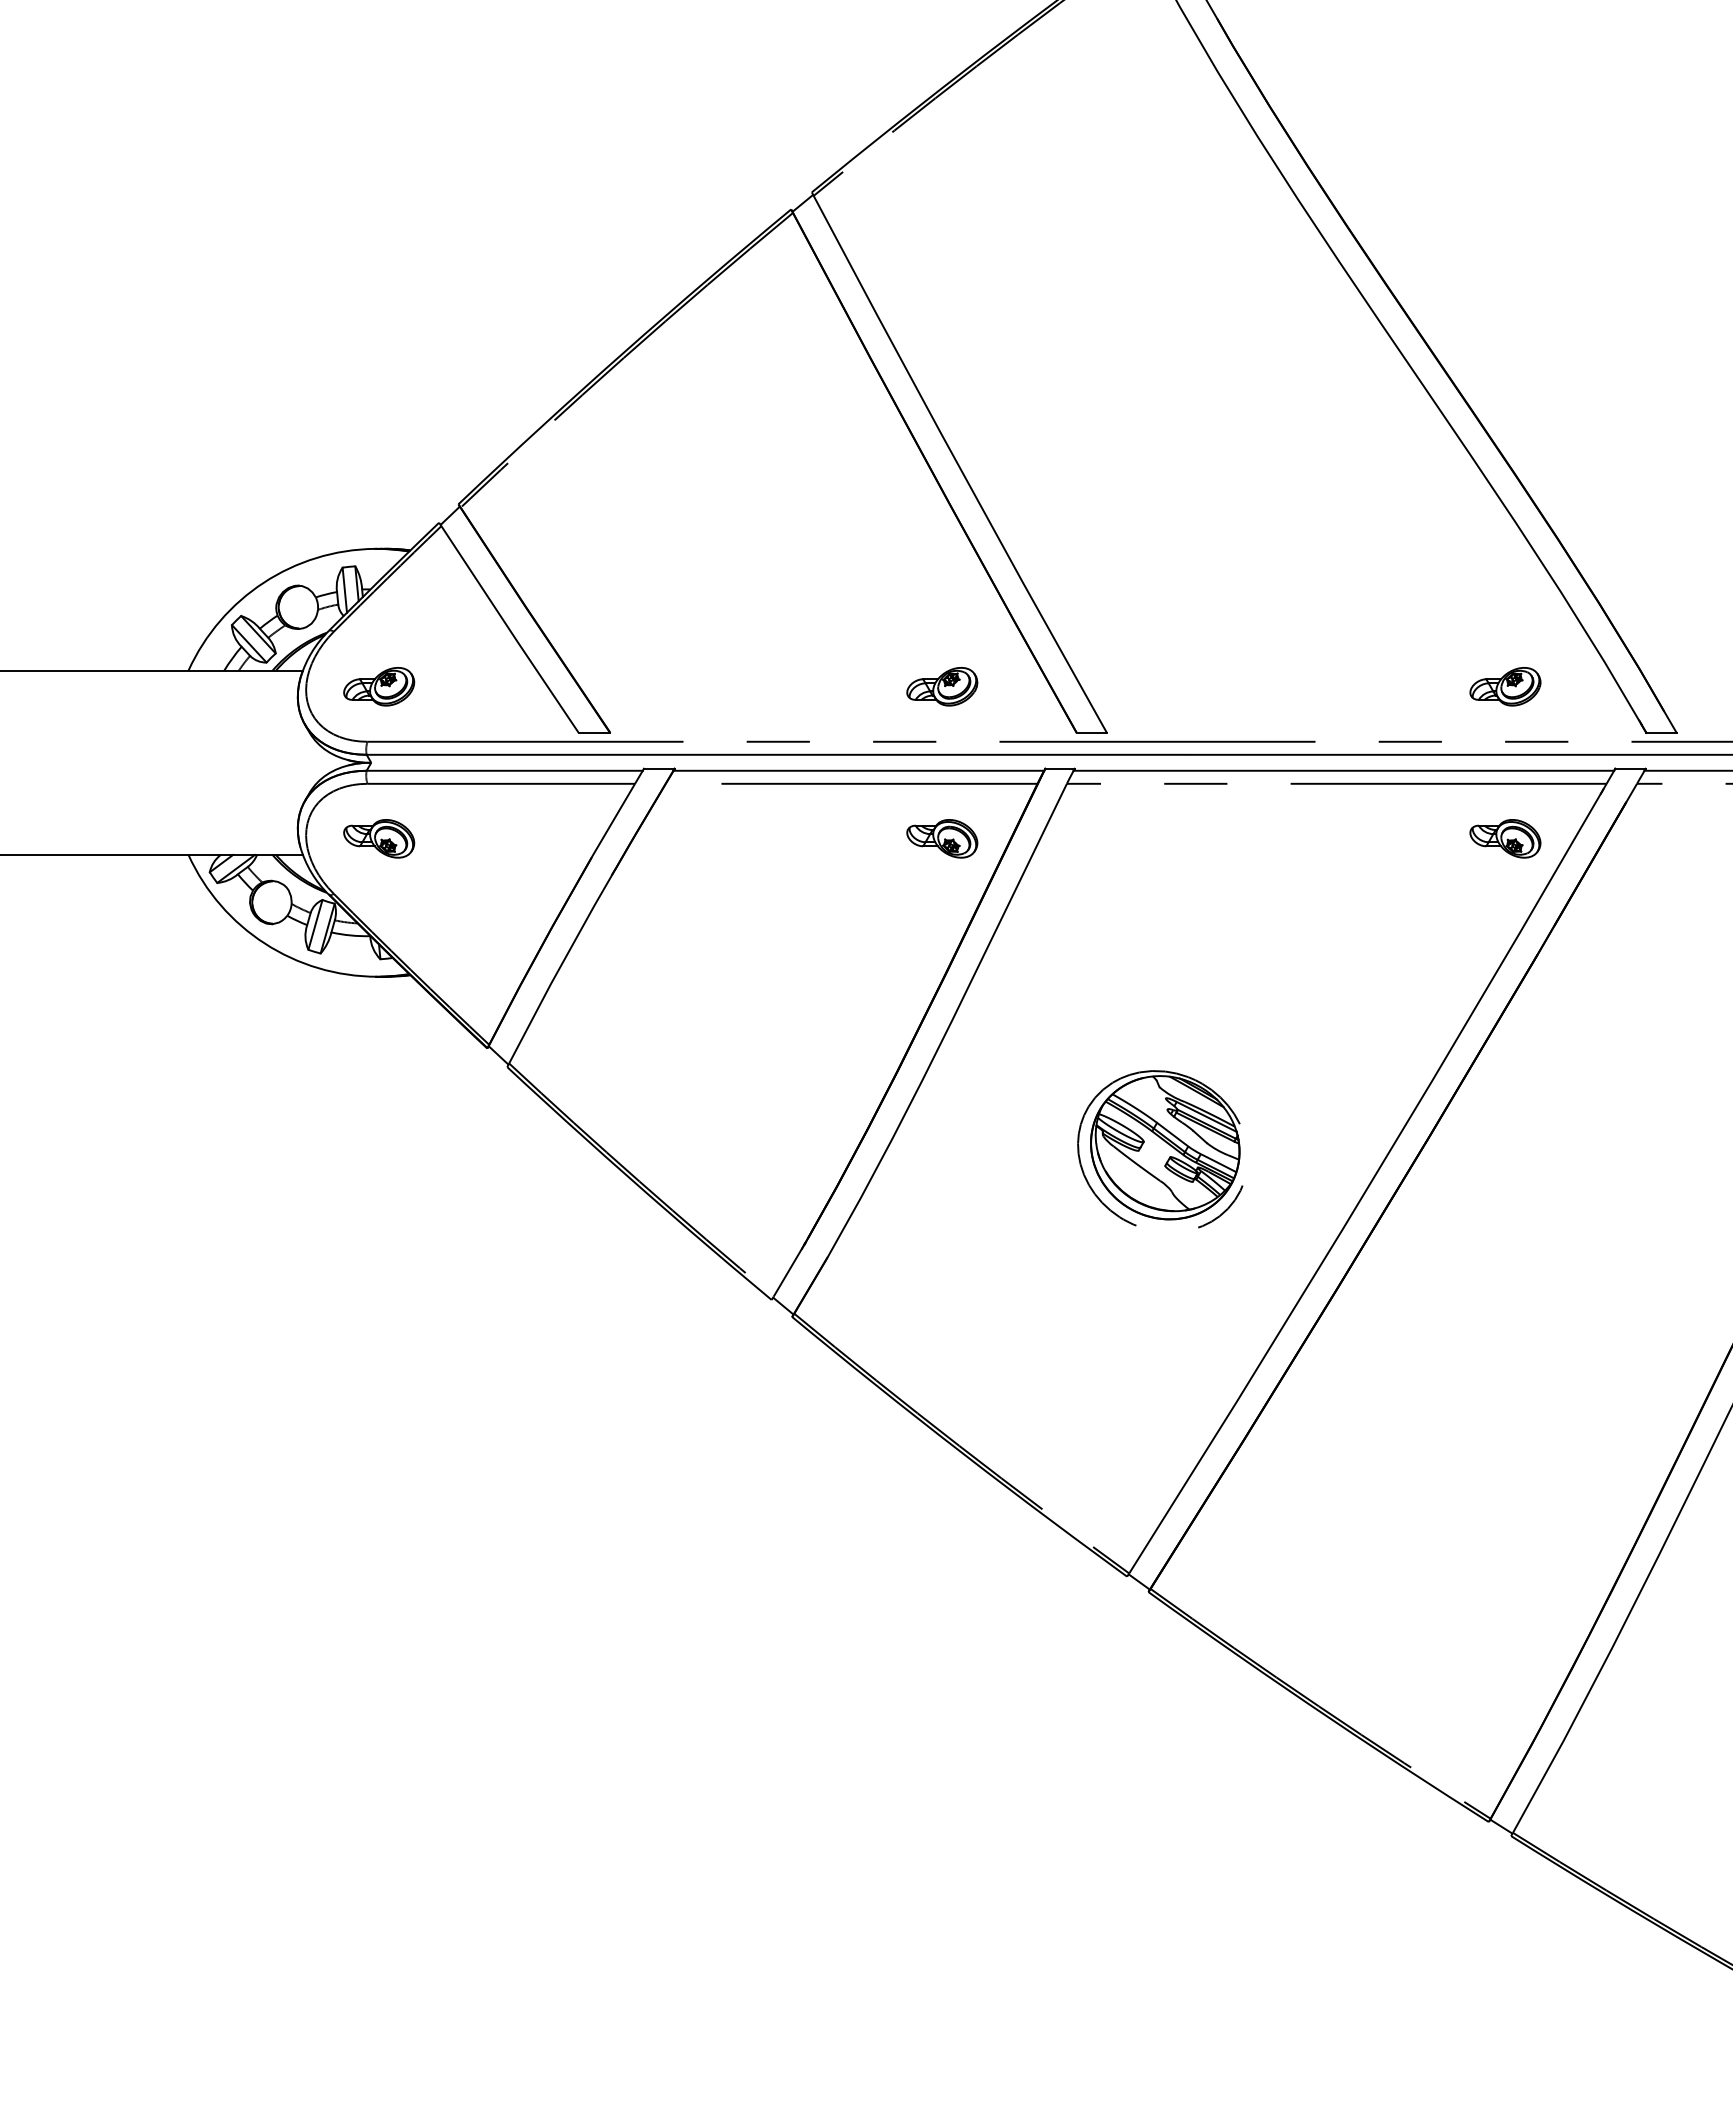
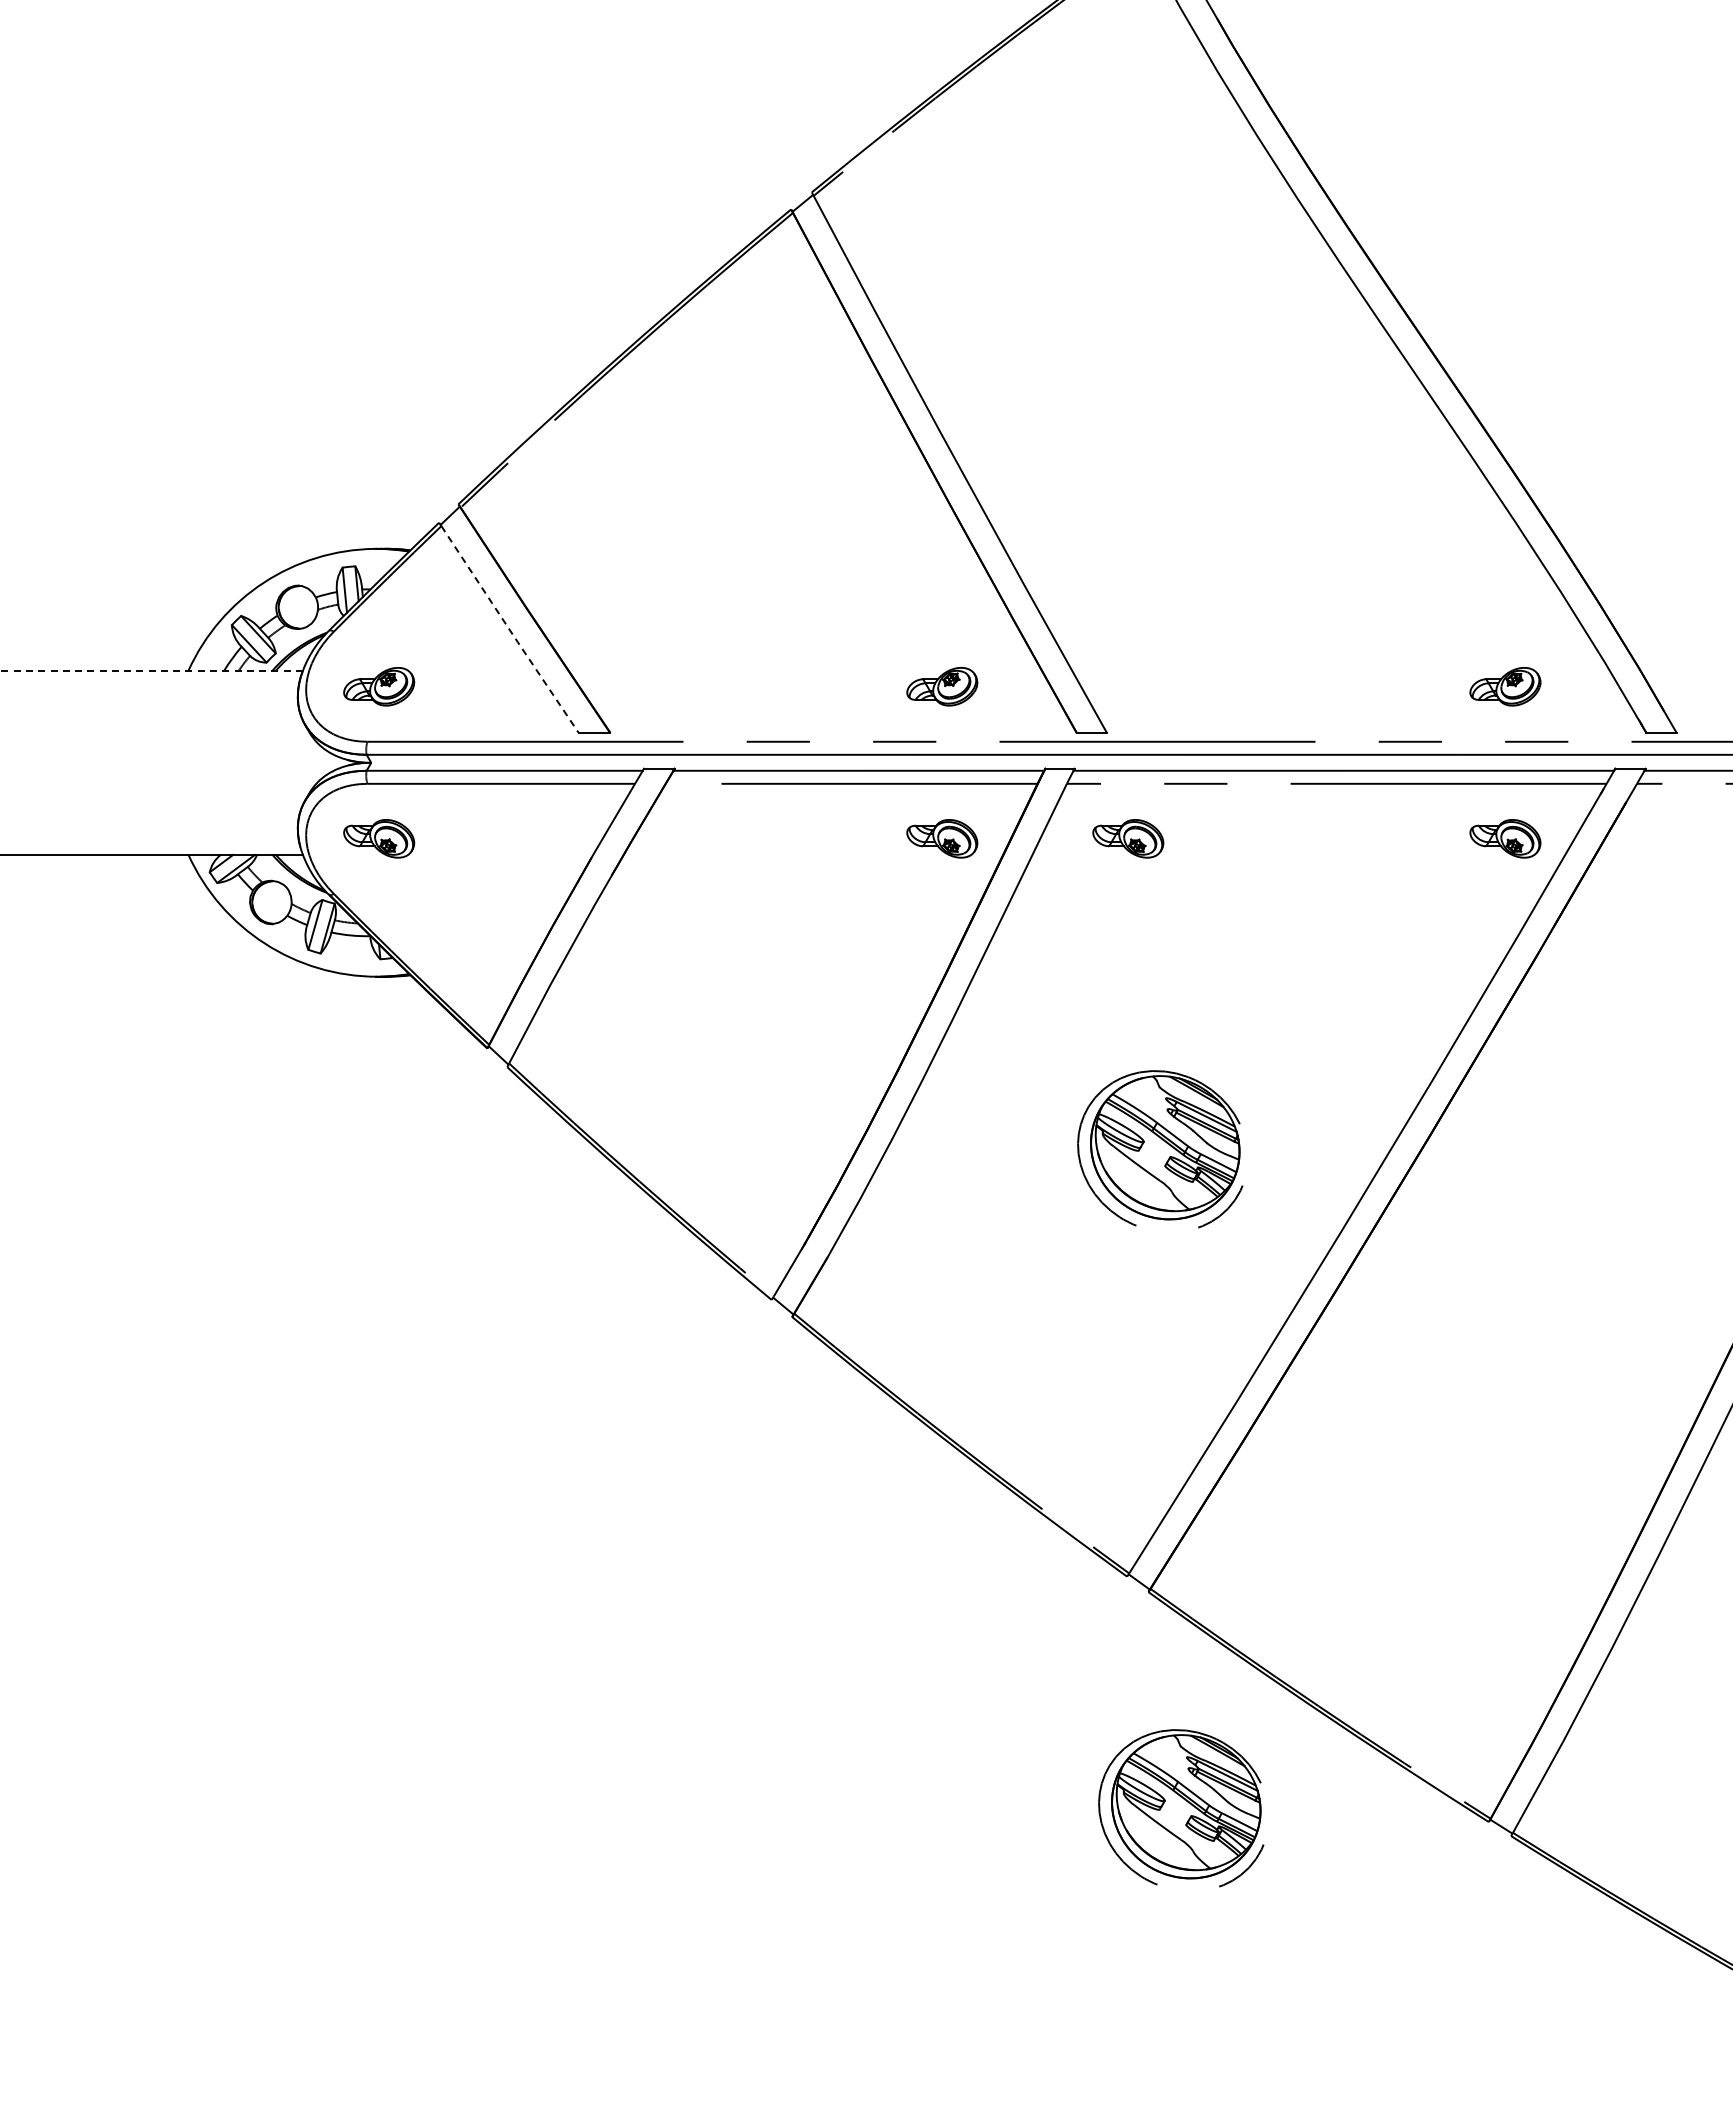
line at (510, 630): solid -> dashed
line at (150, 670): solid -> dashed
part at (1128, 838): none -> present
part at (1181, 1808): none -> present
